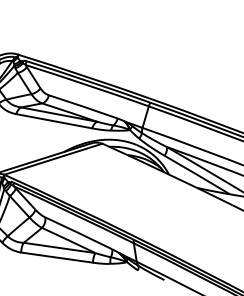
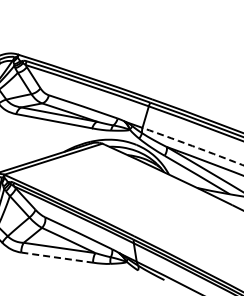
arc at (193, 146): solid -> dashed
line at (57, 257): solid -> dashed
